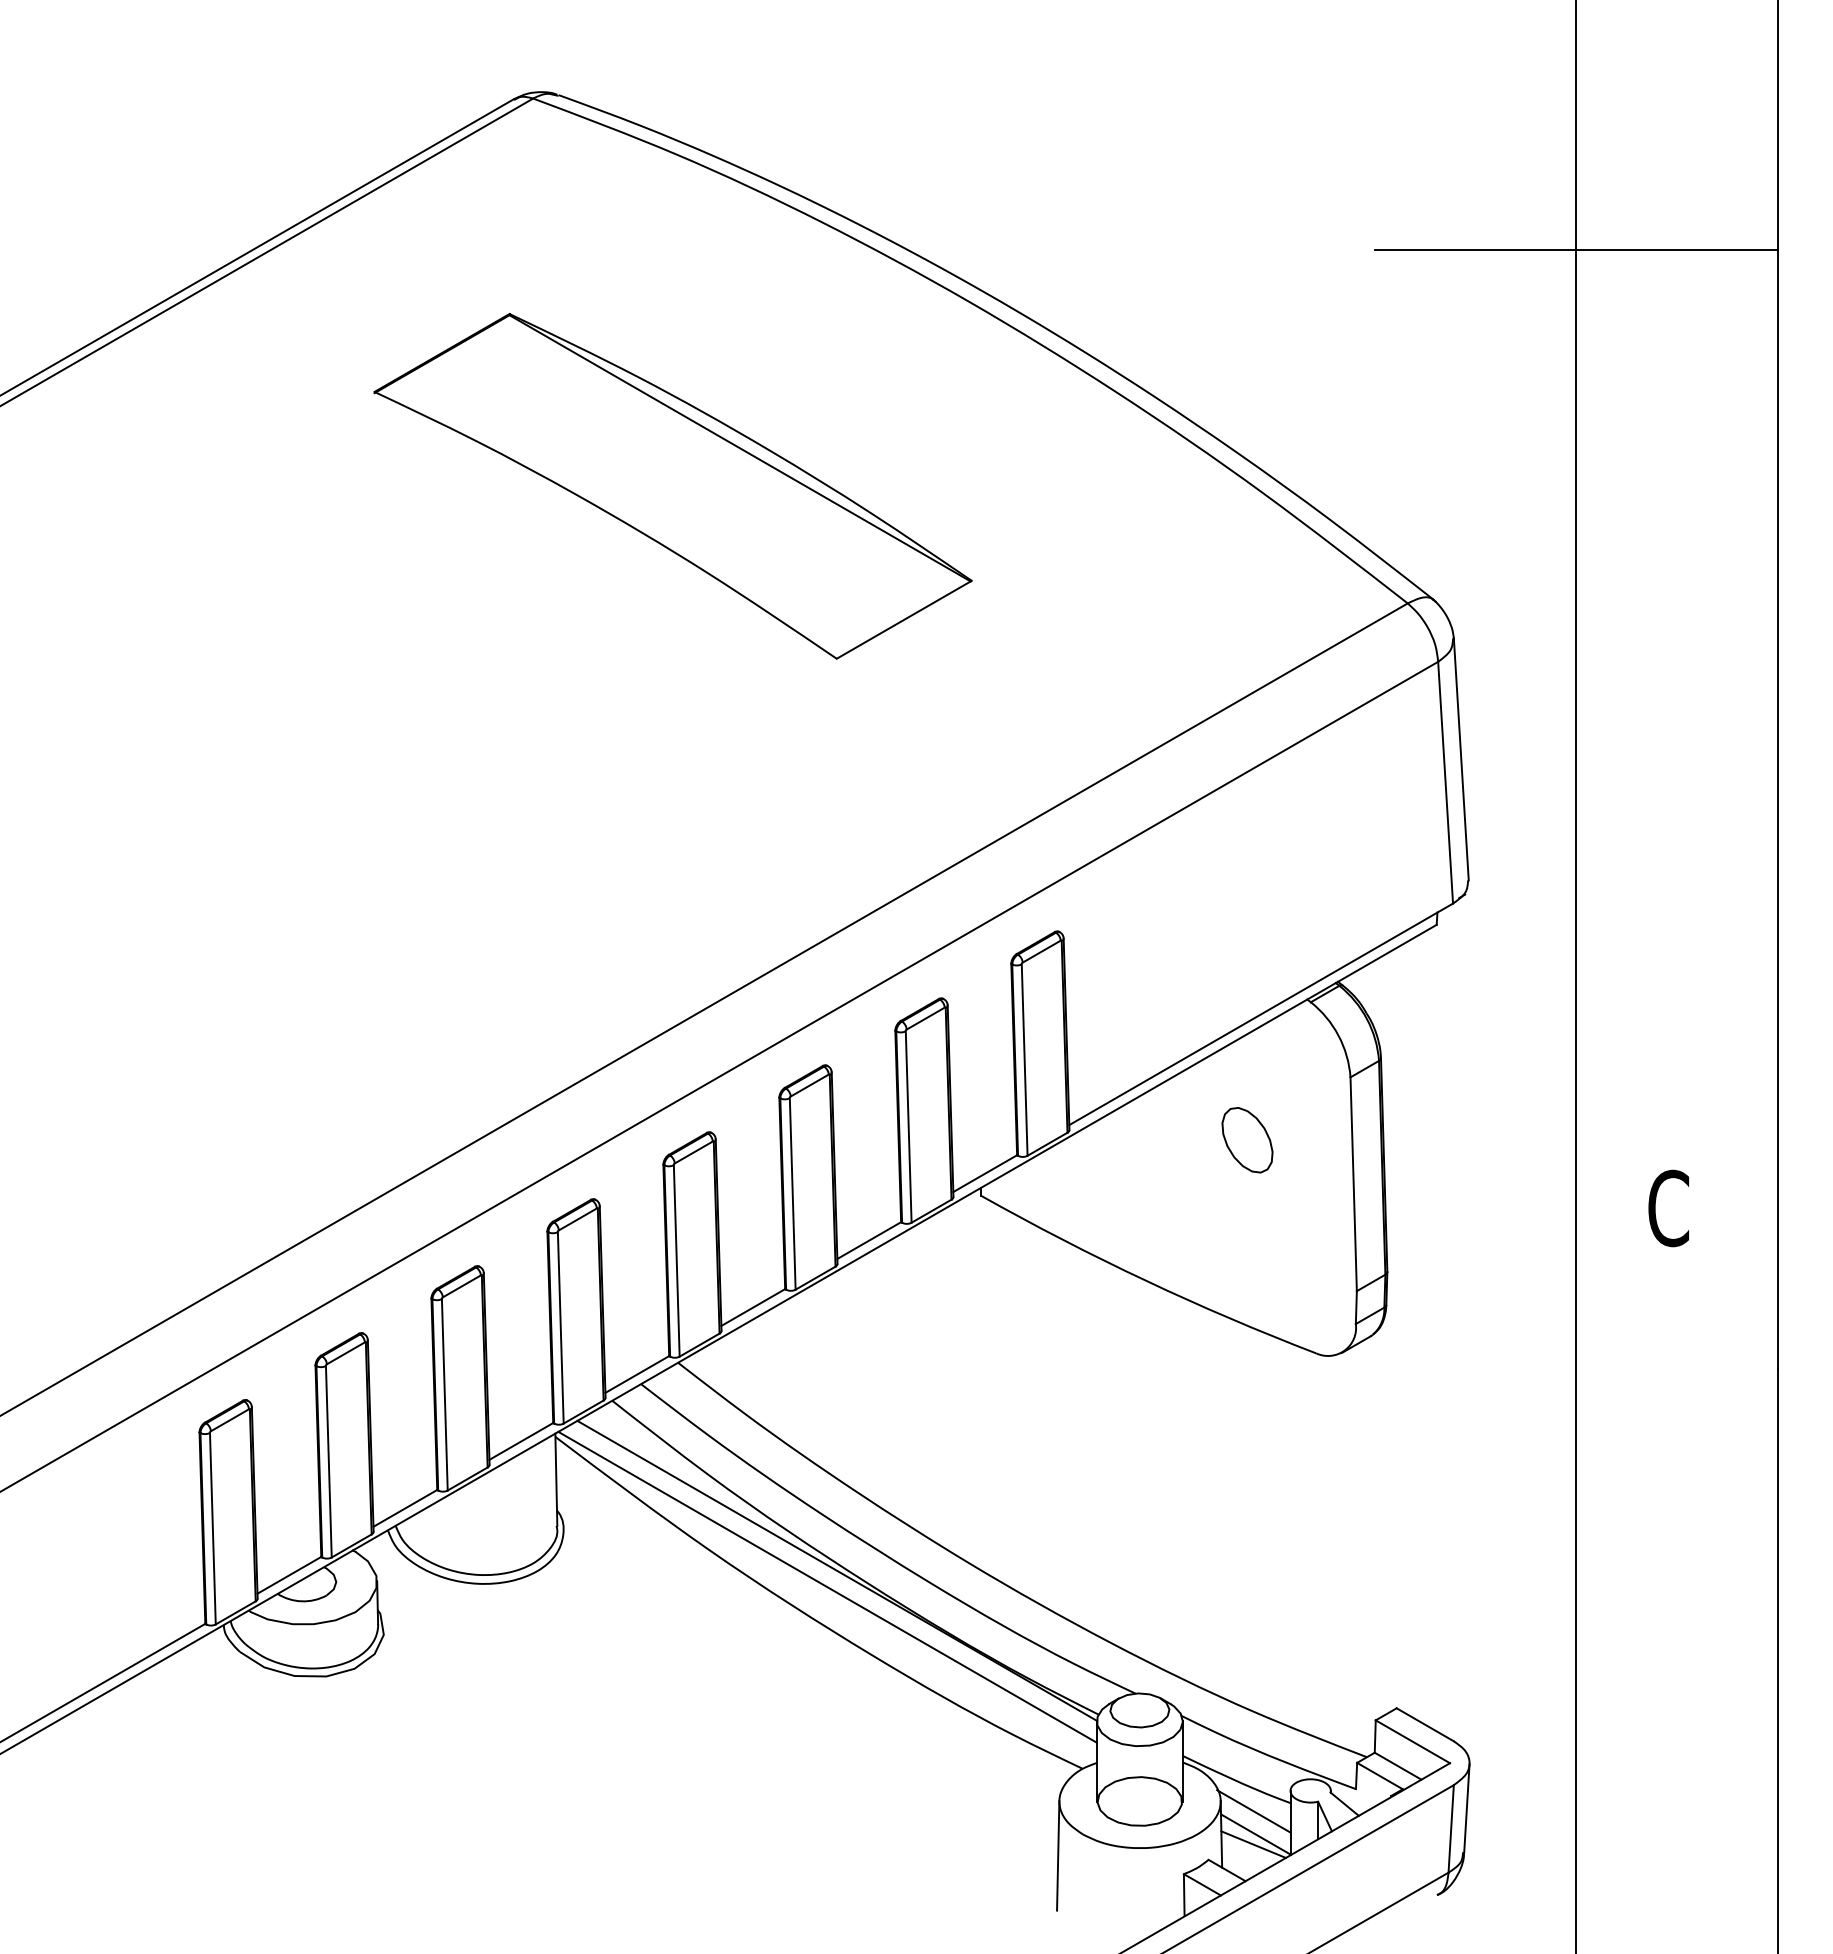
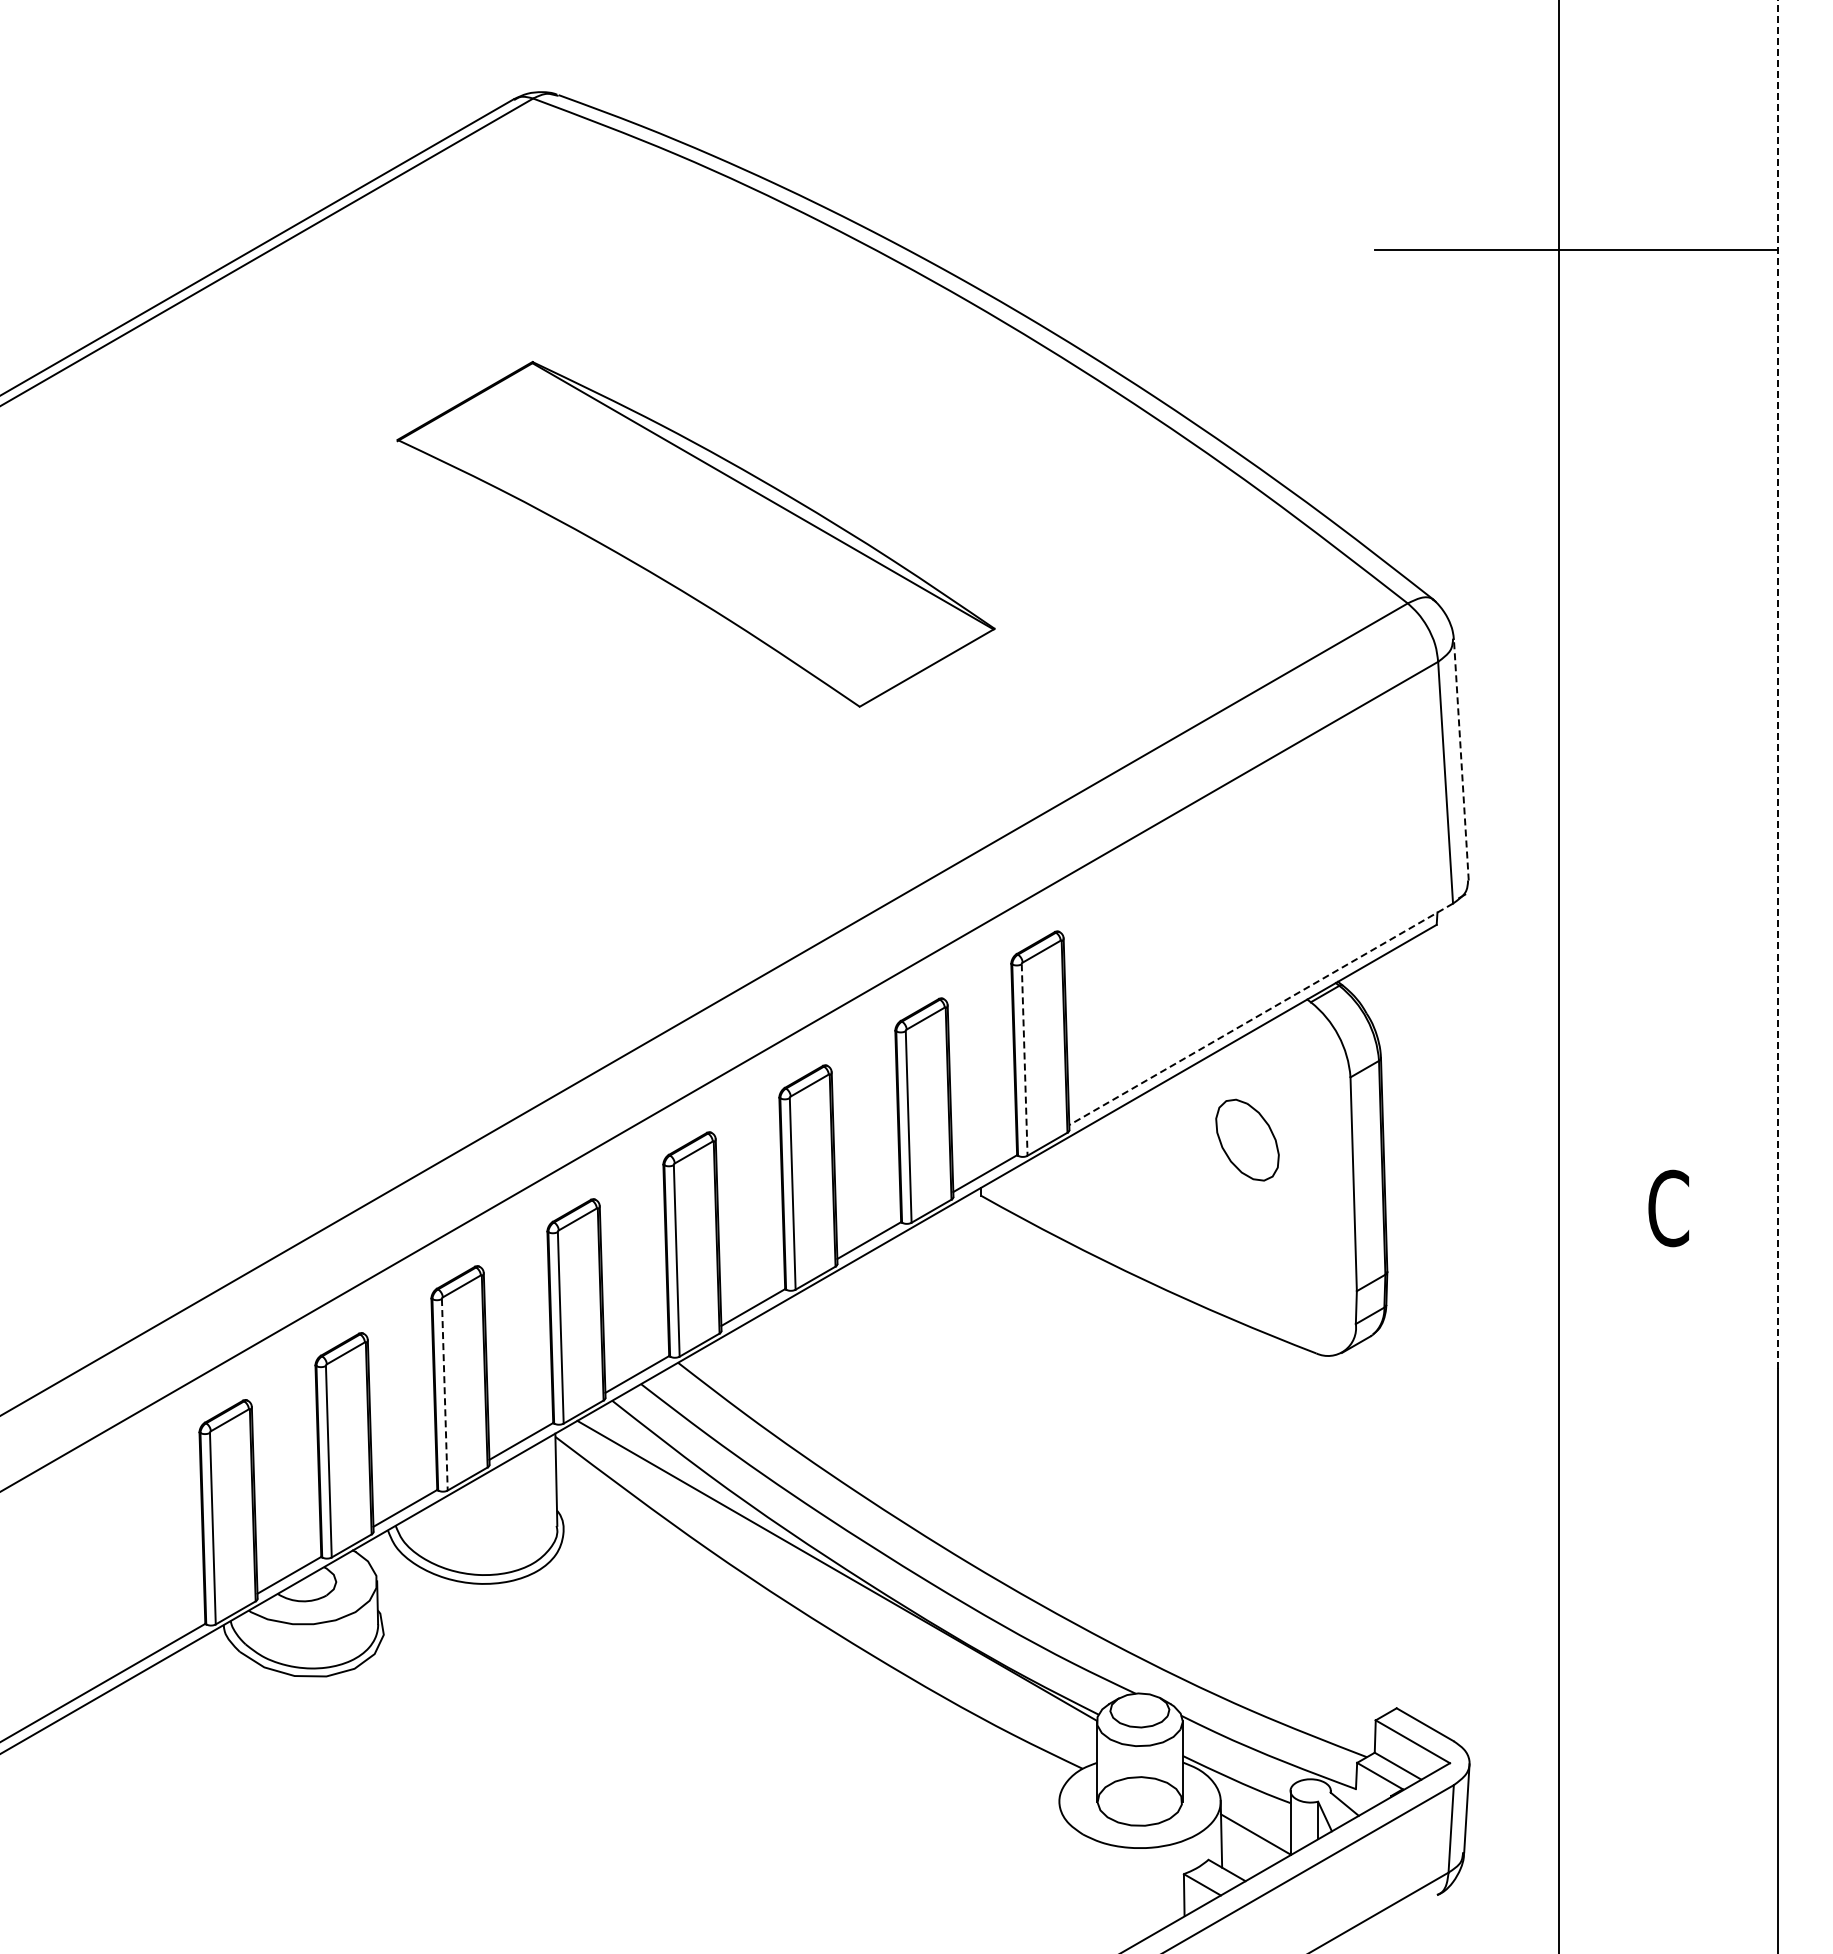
part at (672, 486) position: (672, 486) -> (695, 534)
line at (1777, 684): solid -> dashed
line at (1461, 758): solid -> dashed
line at (1576, 976) position: (1576, 976) -> (1559, 976)
line at (1261, 1014): solid -> dashed
line at (1024, 1060): solid -> dashed
part at (1247, 1140) size: 53x67 px -> 65x84 px
line at (444, 1394): solid -> dashed
line at (827, 1586): present -> none
line at (1253, 1811): present -> none
line at (1253, 1844): present -> none
line at (1058, 1855): present -> none
